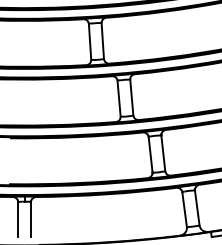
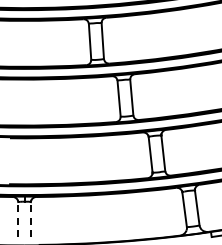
line at (18, 219): solid -> dashed
line at (30, 219): solid -> dashed
